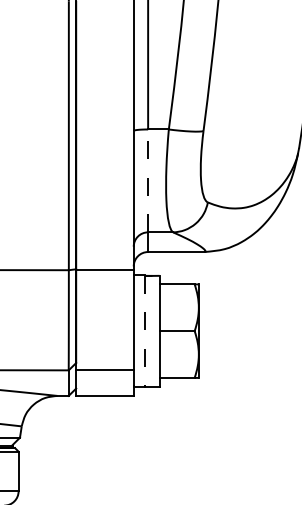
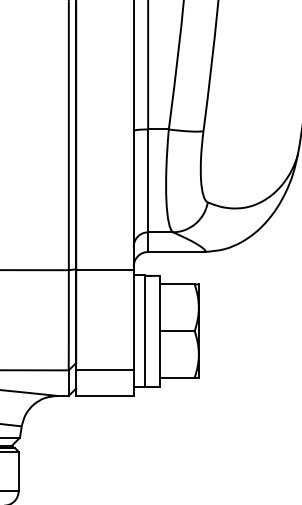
line at (148, 180): dashed -> solid
line at (145, 331): dashed -> solid
